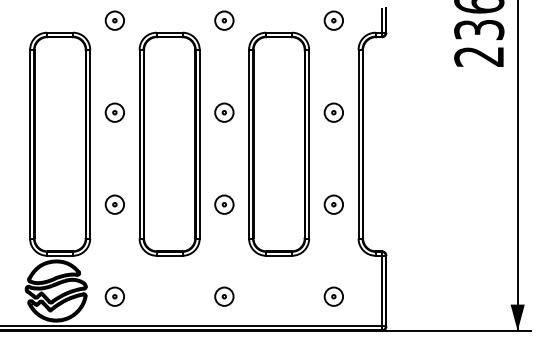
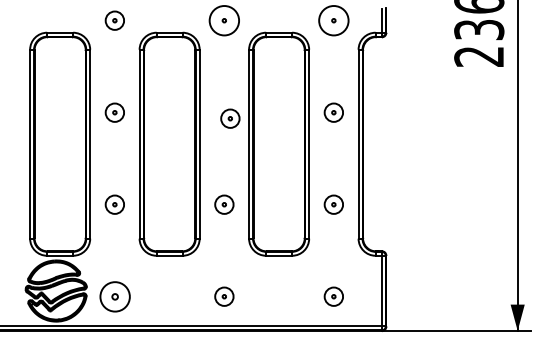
circle at (224, 20) diameter: 18 px -> 29 px
circle at (333, 20) diameter: 18 px -> 29 px
part at (224, 112) position: (224, 112) -> (230, 118)
part at (114, 296) size: 21x21 px -> 32x32 px
